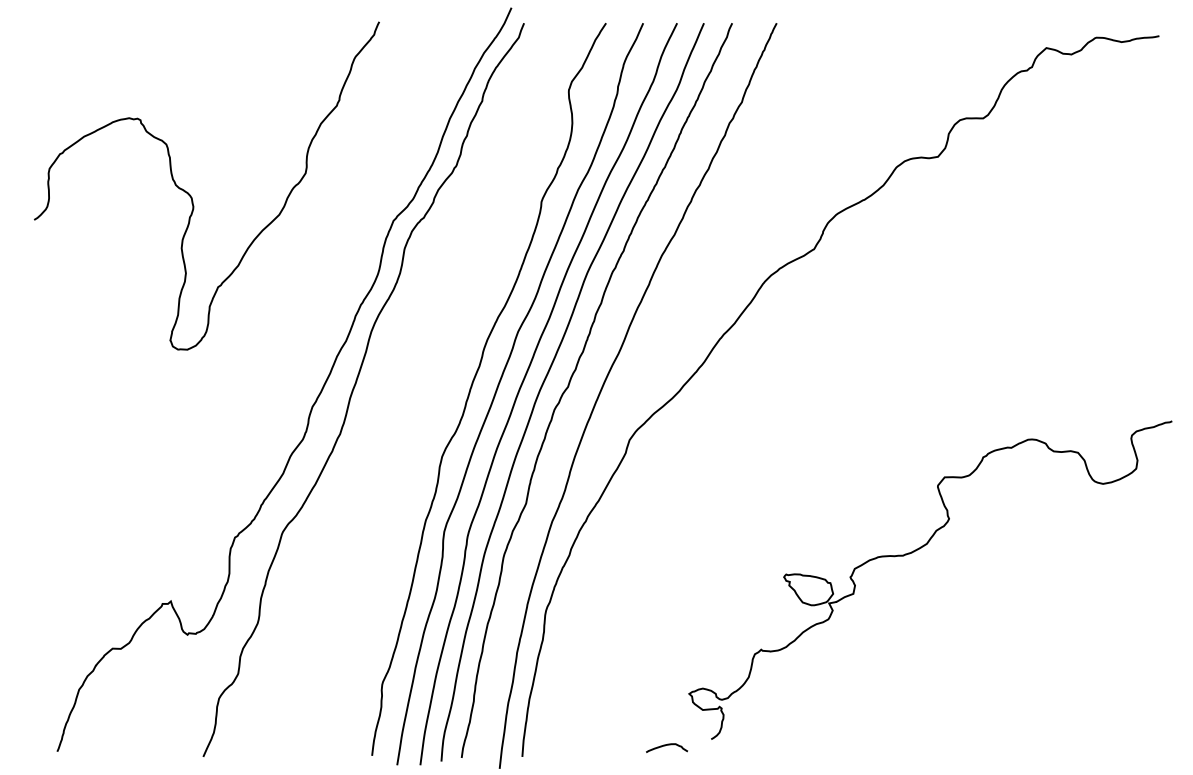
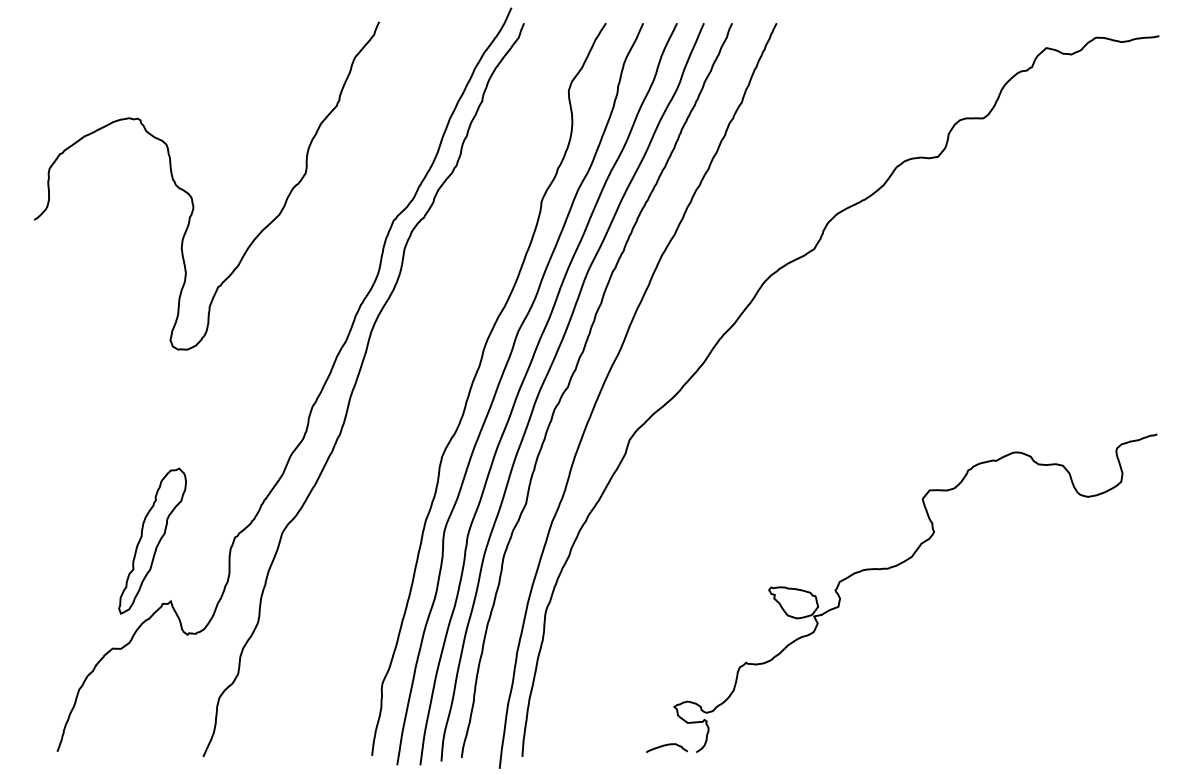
part at (152, 540): none -> present
part at (916, 551) position: (916, 551) -> (901, 564)
